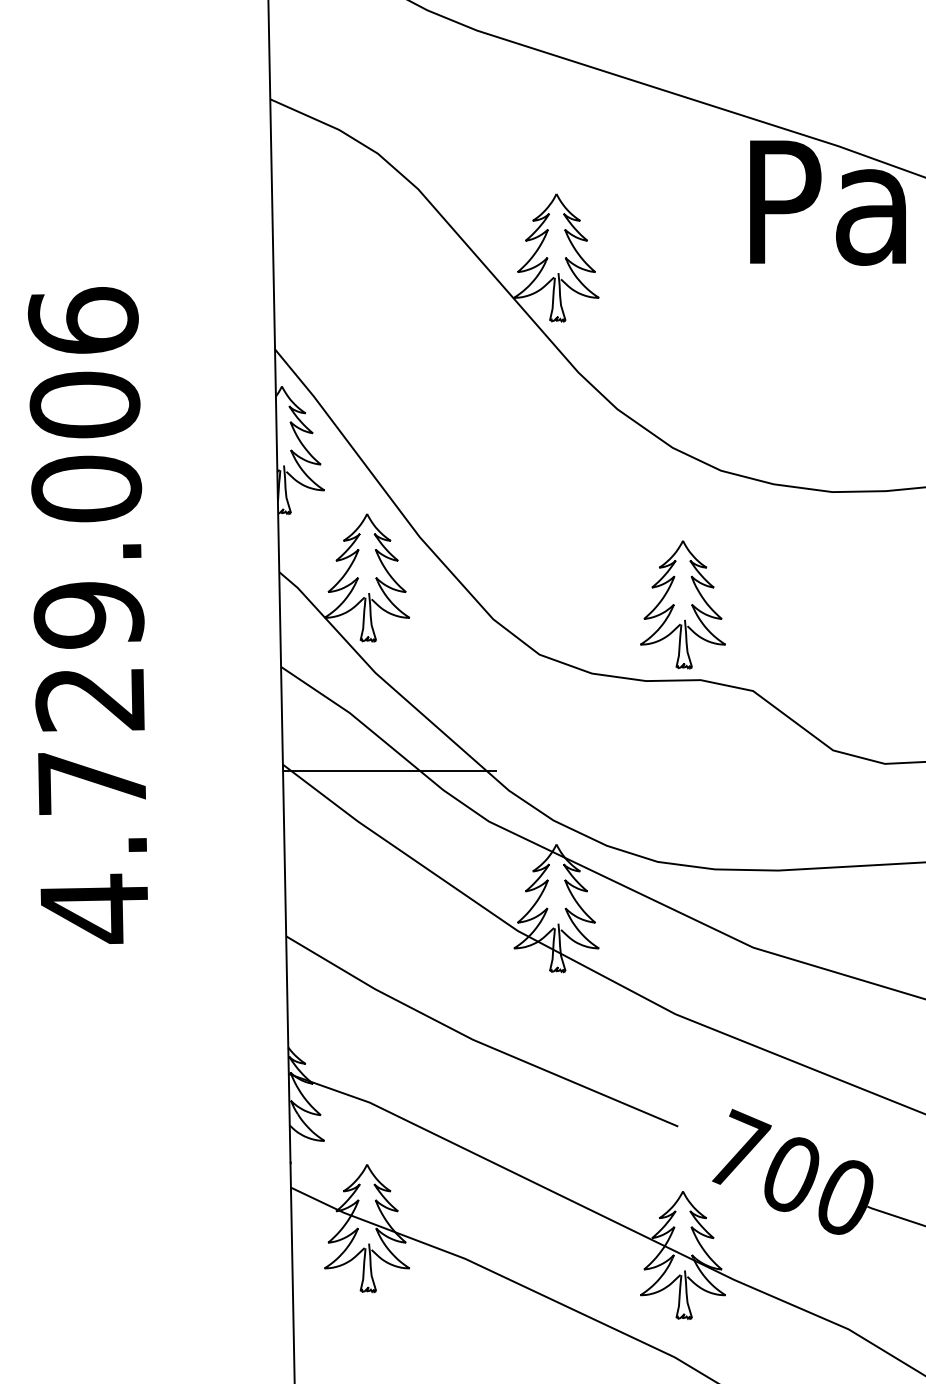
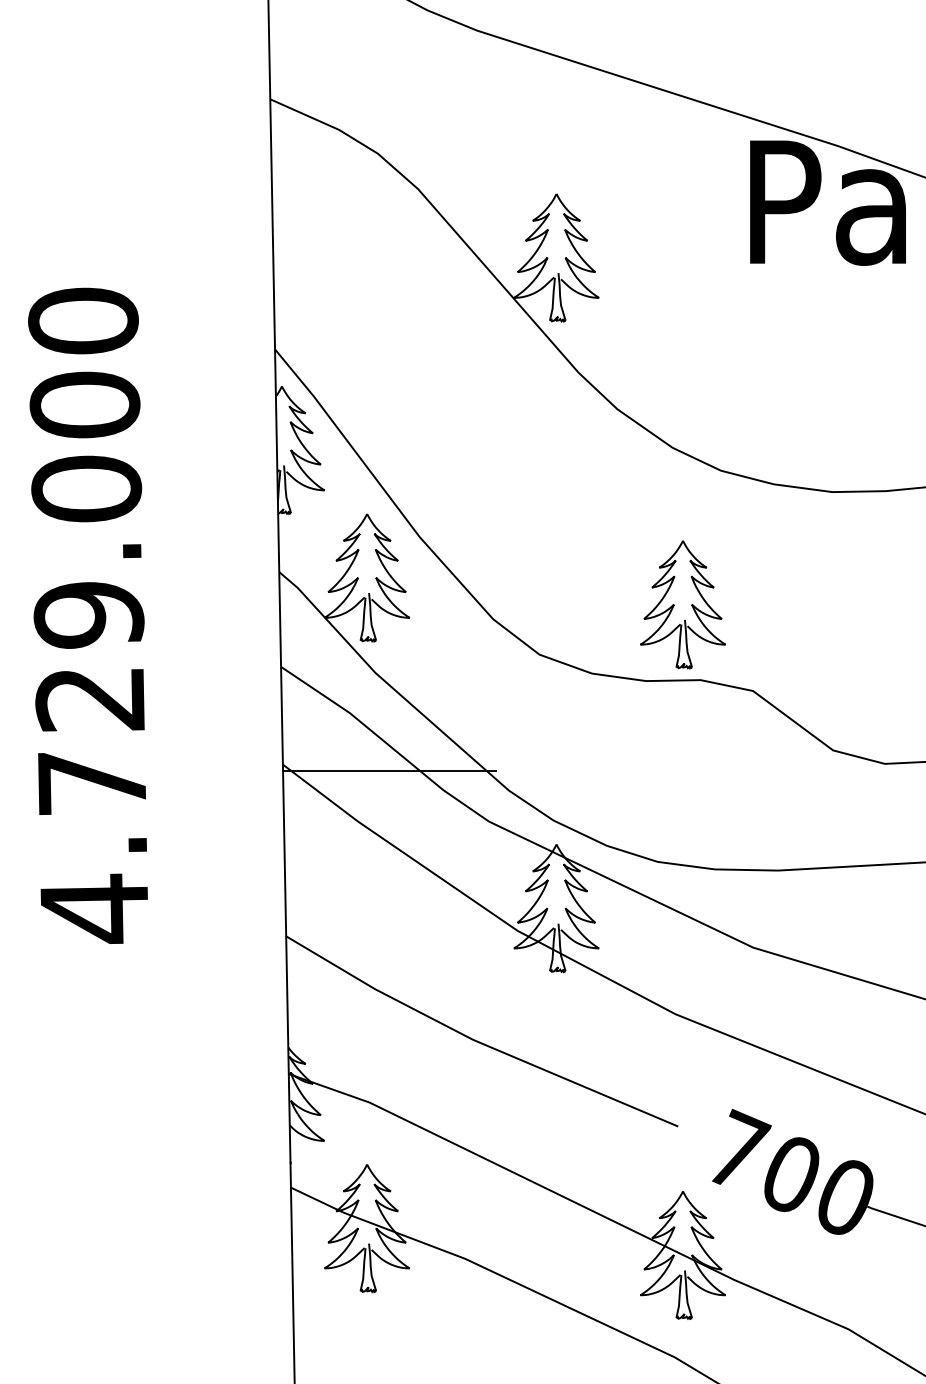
text at (82, 320): 4.729.006 -> 4.729.000
